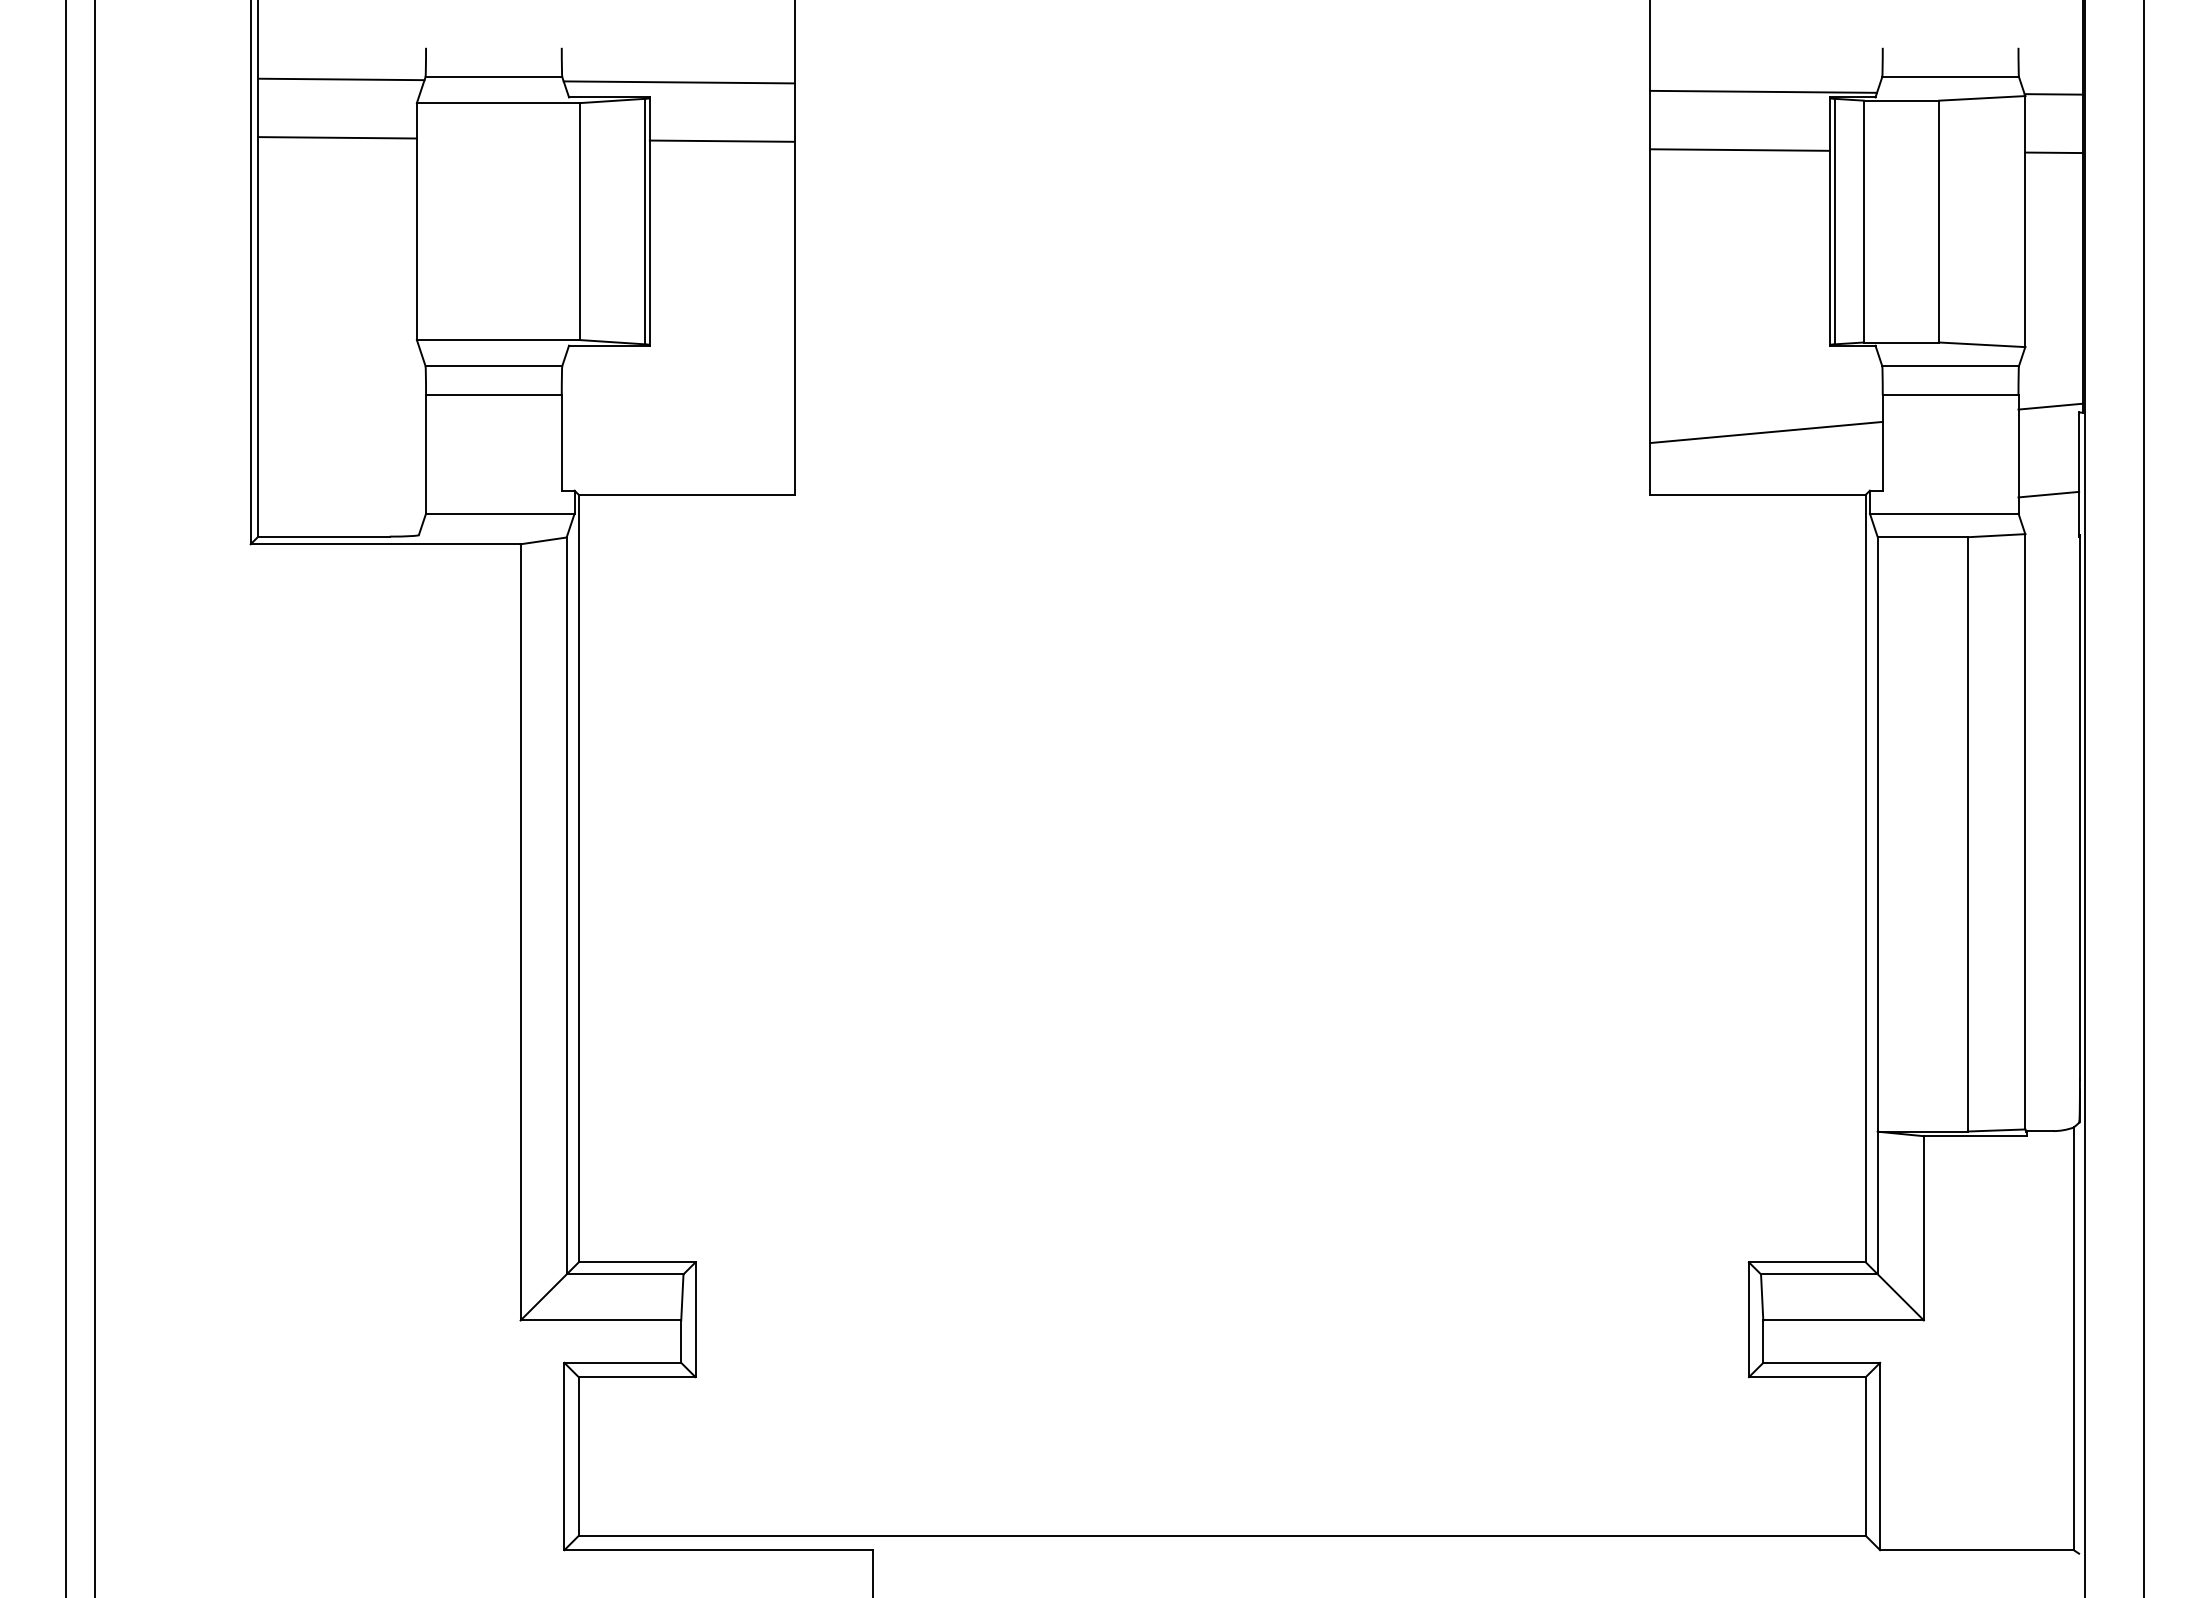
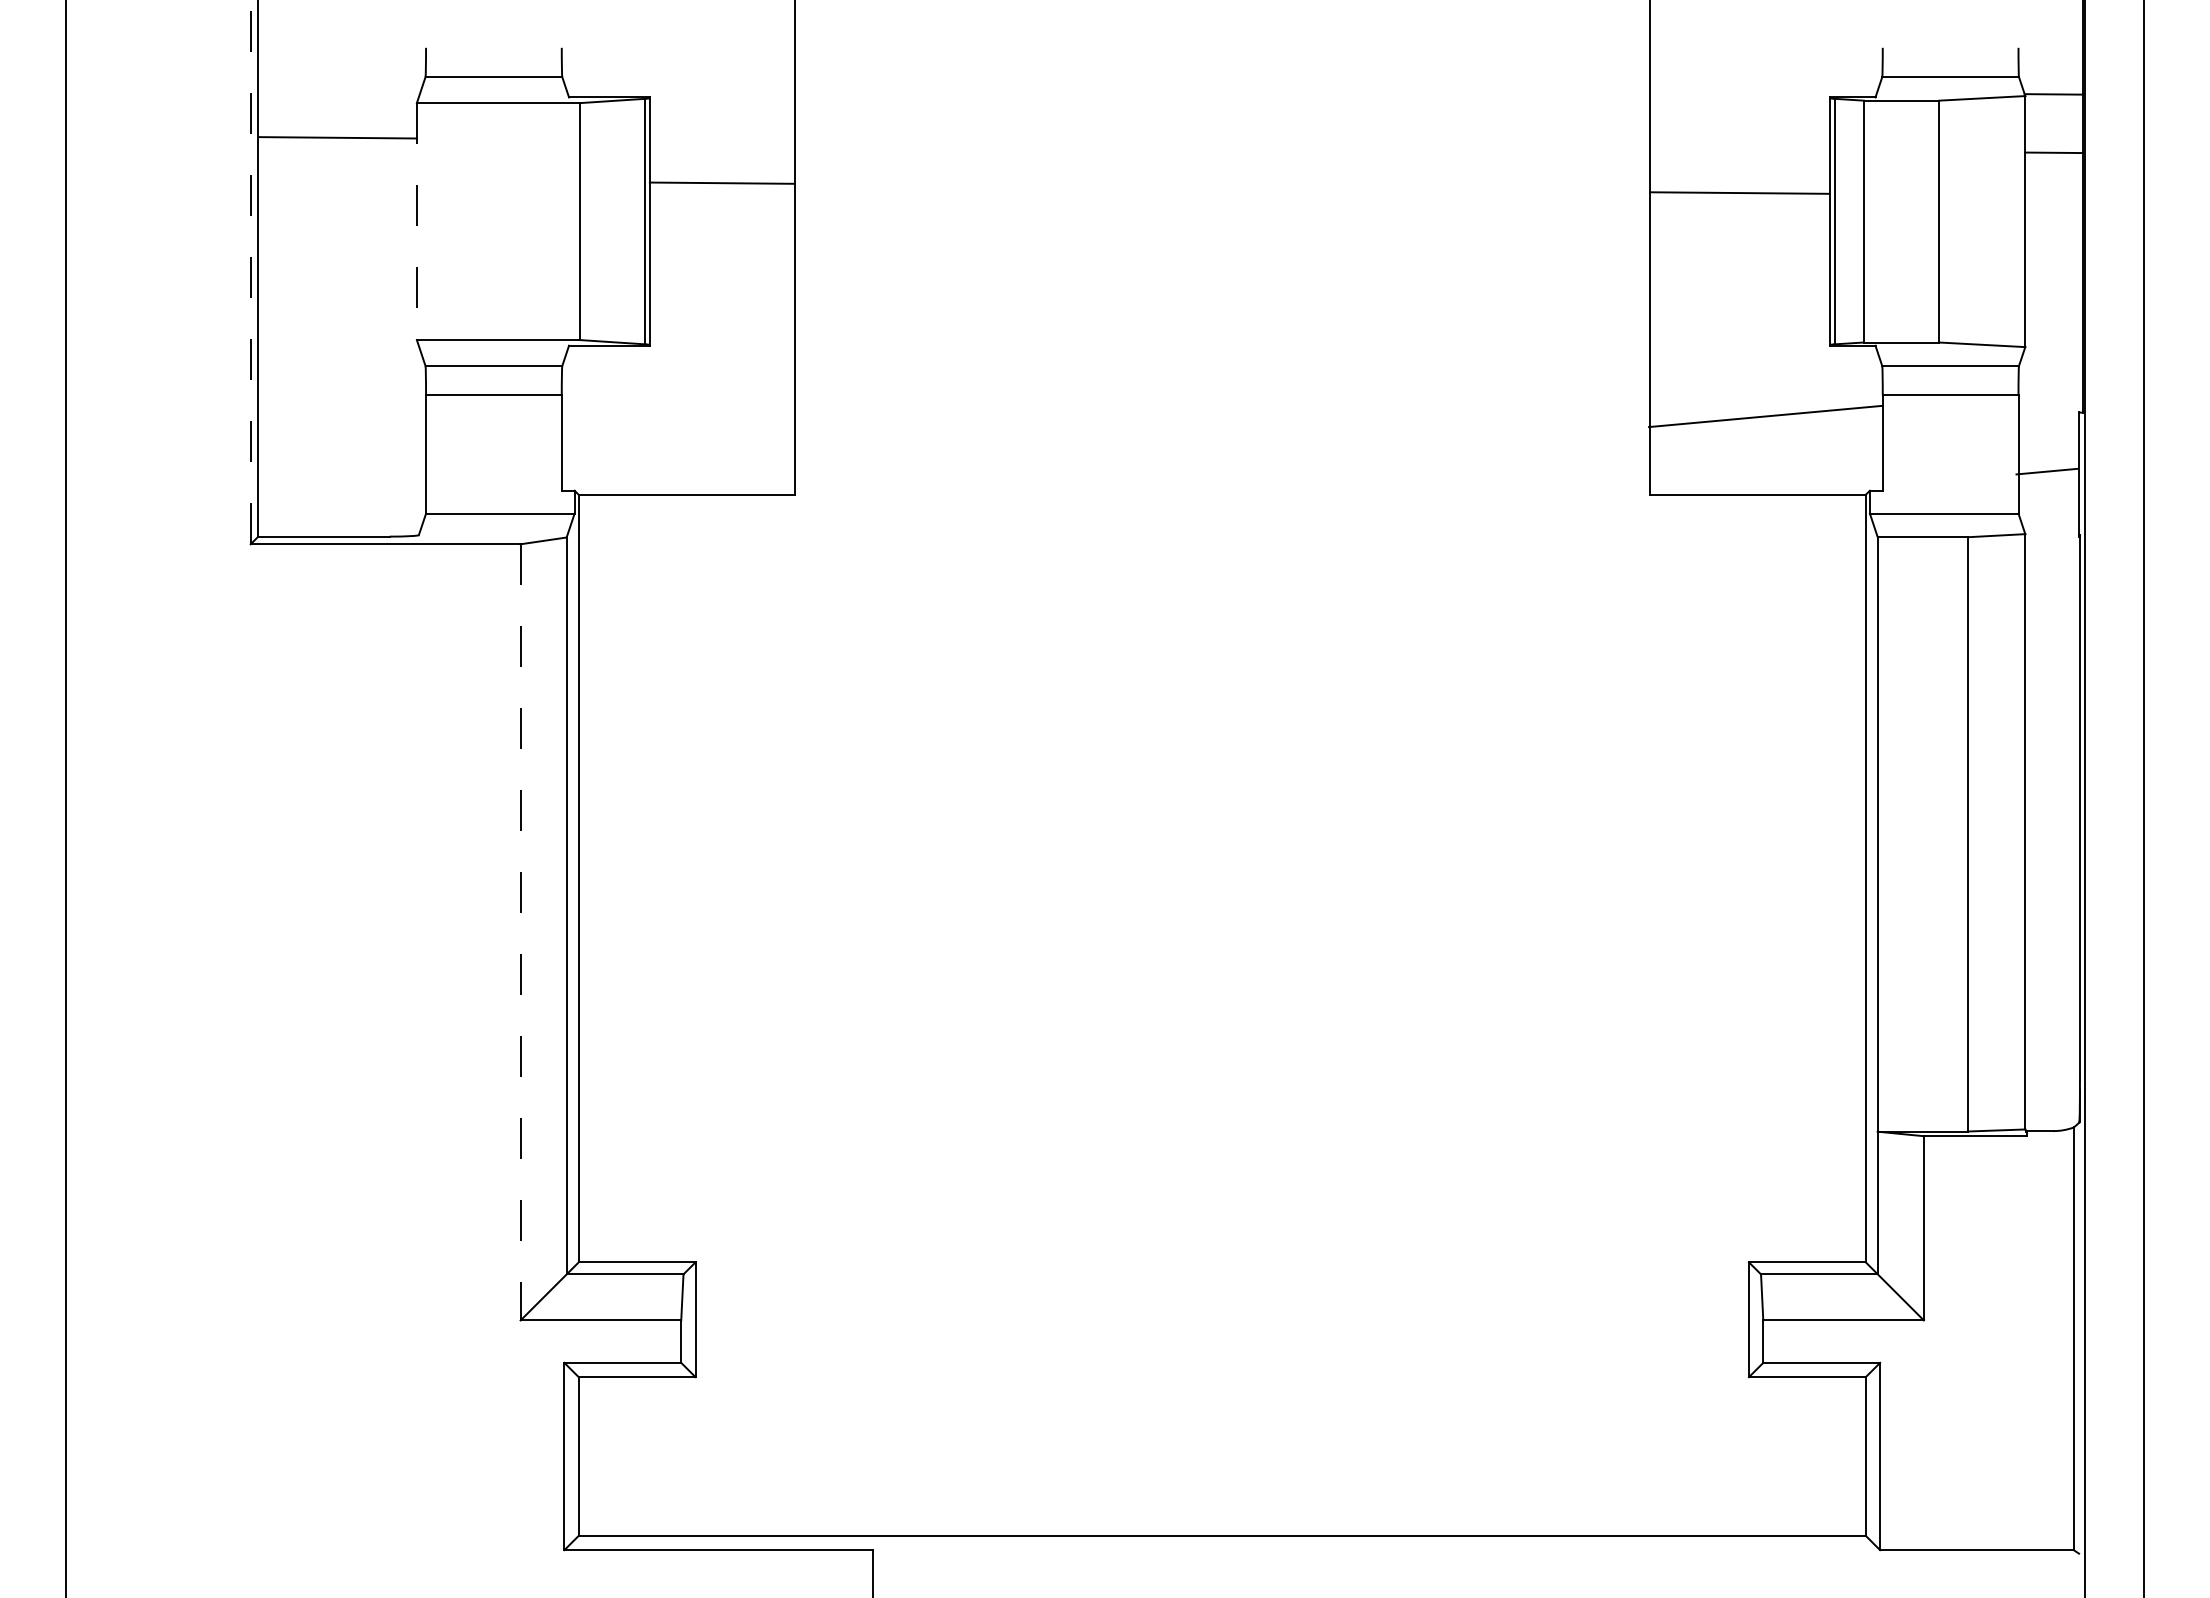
line at (341, 79): present -> none
line at (678, 82): present -> none
line at (1763, 91): present -> none
line at (721, 140) position: (721, 140) -> (721, 182)
line at (1739, 149) position: (1739, 149) -> (1739, 192)
line at (416, 222): solid -> dashed
line at (250, 272): solid -> dashed
line at (2050, 406): present -> none
line at (1766, 432) position: (1766, 432) -> (1765, 416)
line at (2048, 494) position: (2048, 494) -> (2046, 471)
line at (95, 798): present -> none
line at (520, 932): solid -> dashed
